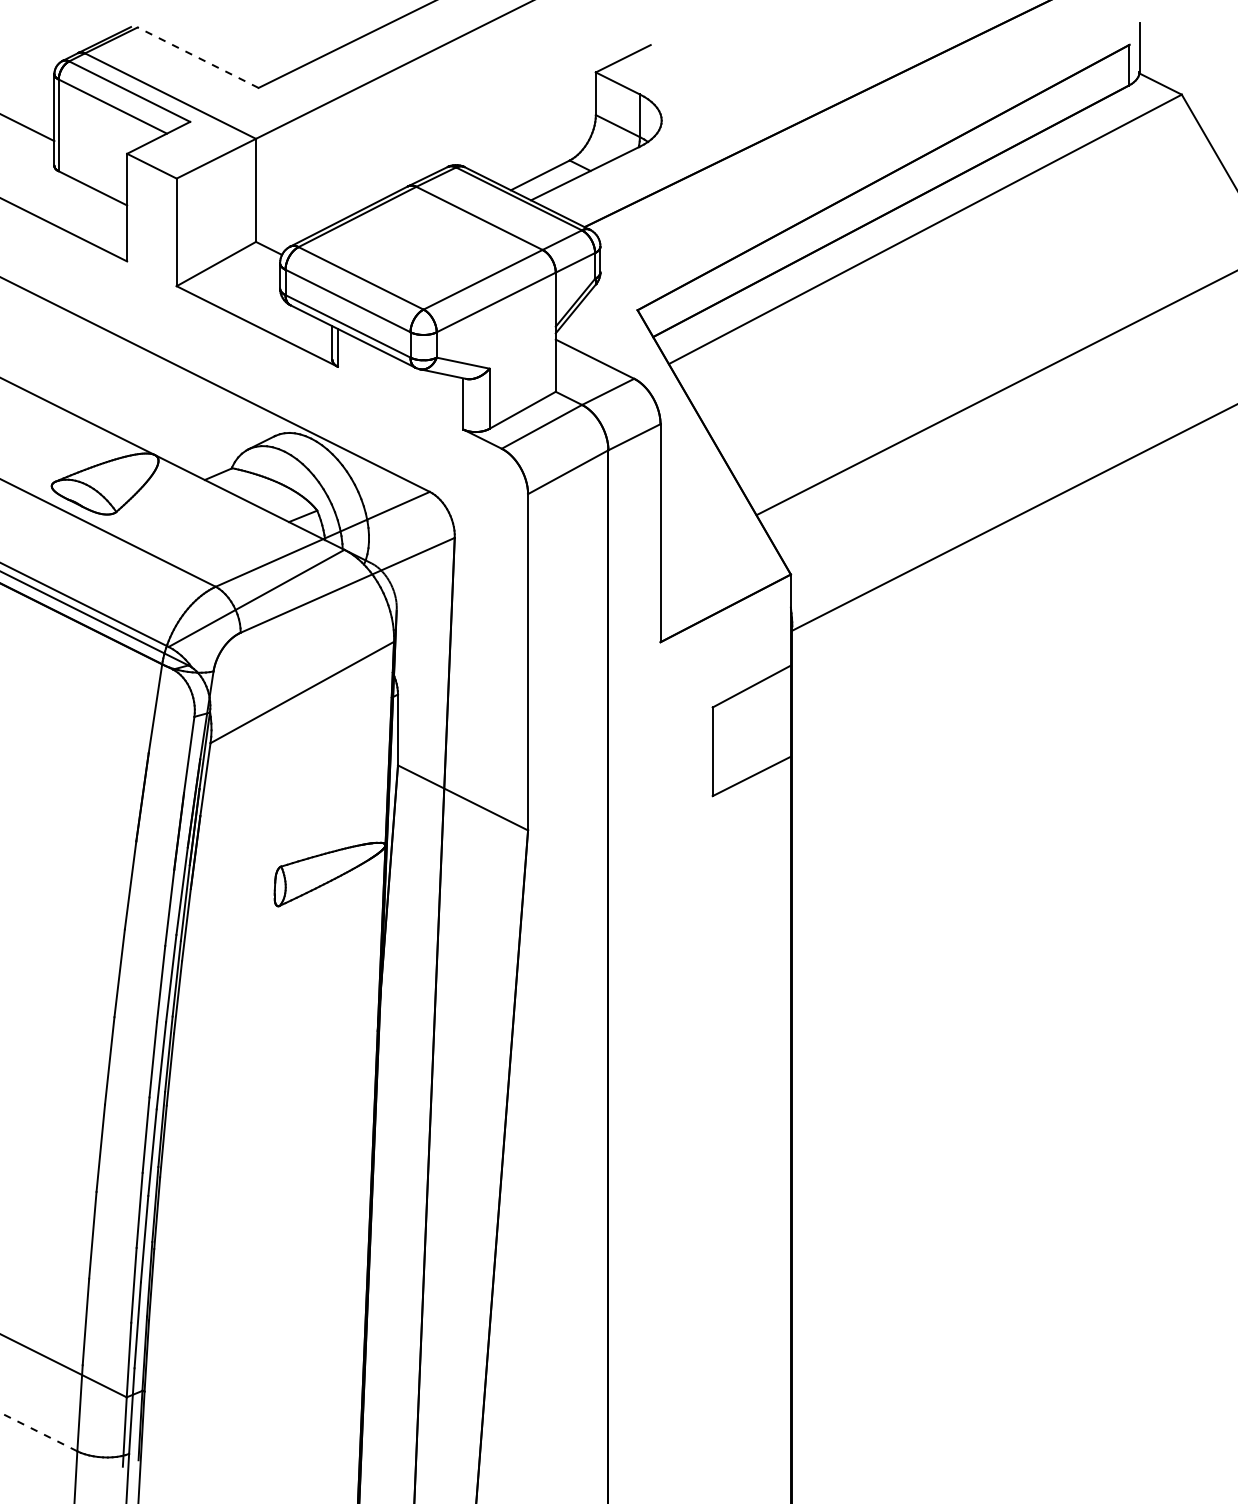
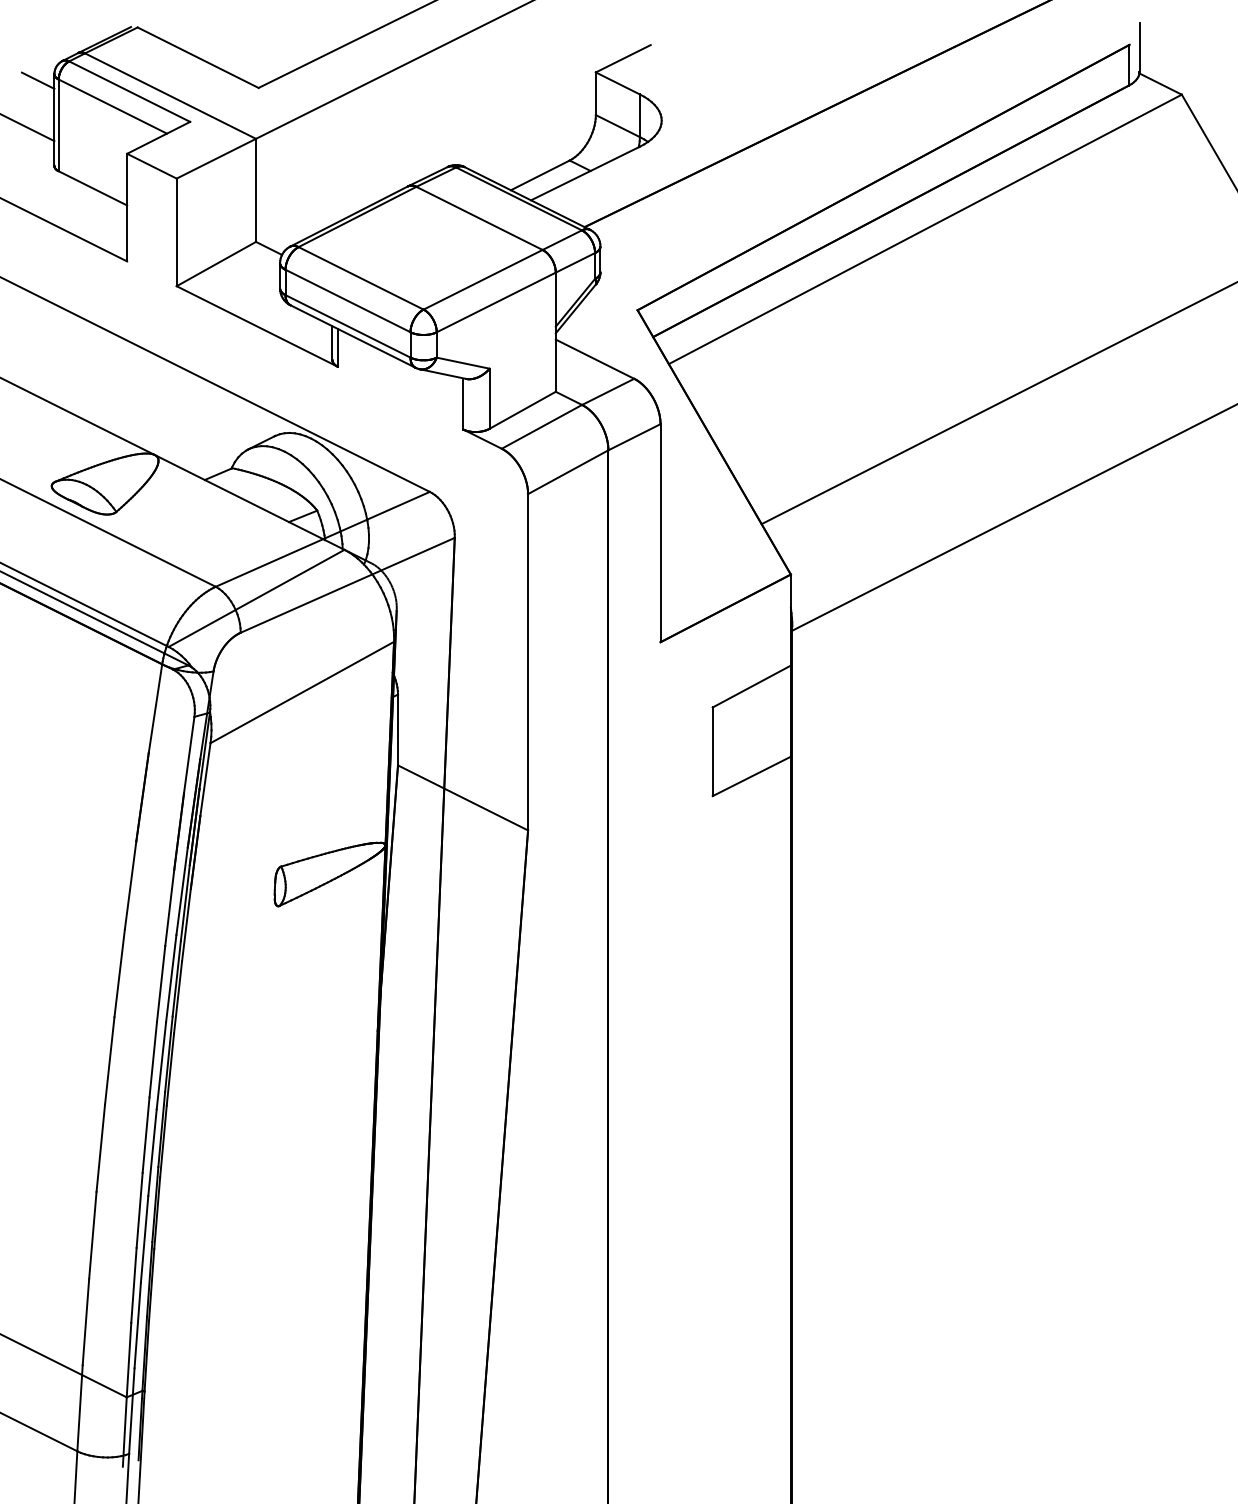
line at (198, 57): dashed -> solid
line at (37, 80): none -> present
line at (995, 393) position: (995, 393) -> (997, 403)
line at (38, 1432): dashed -> solid
